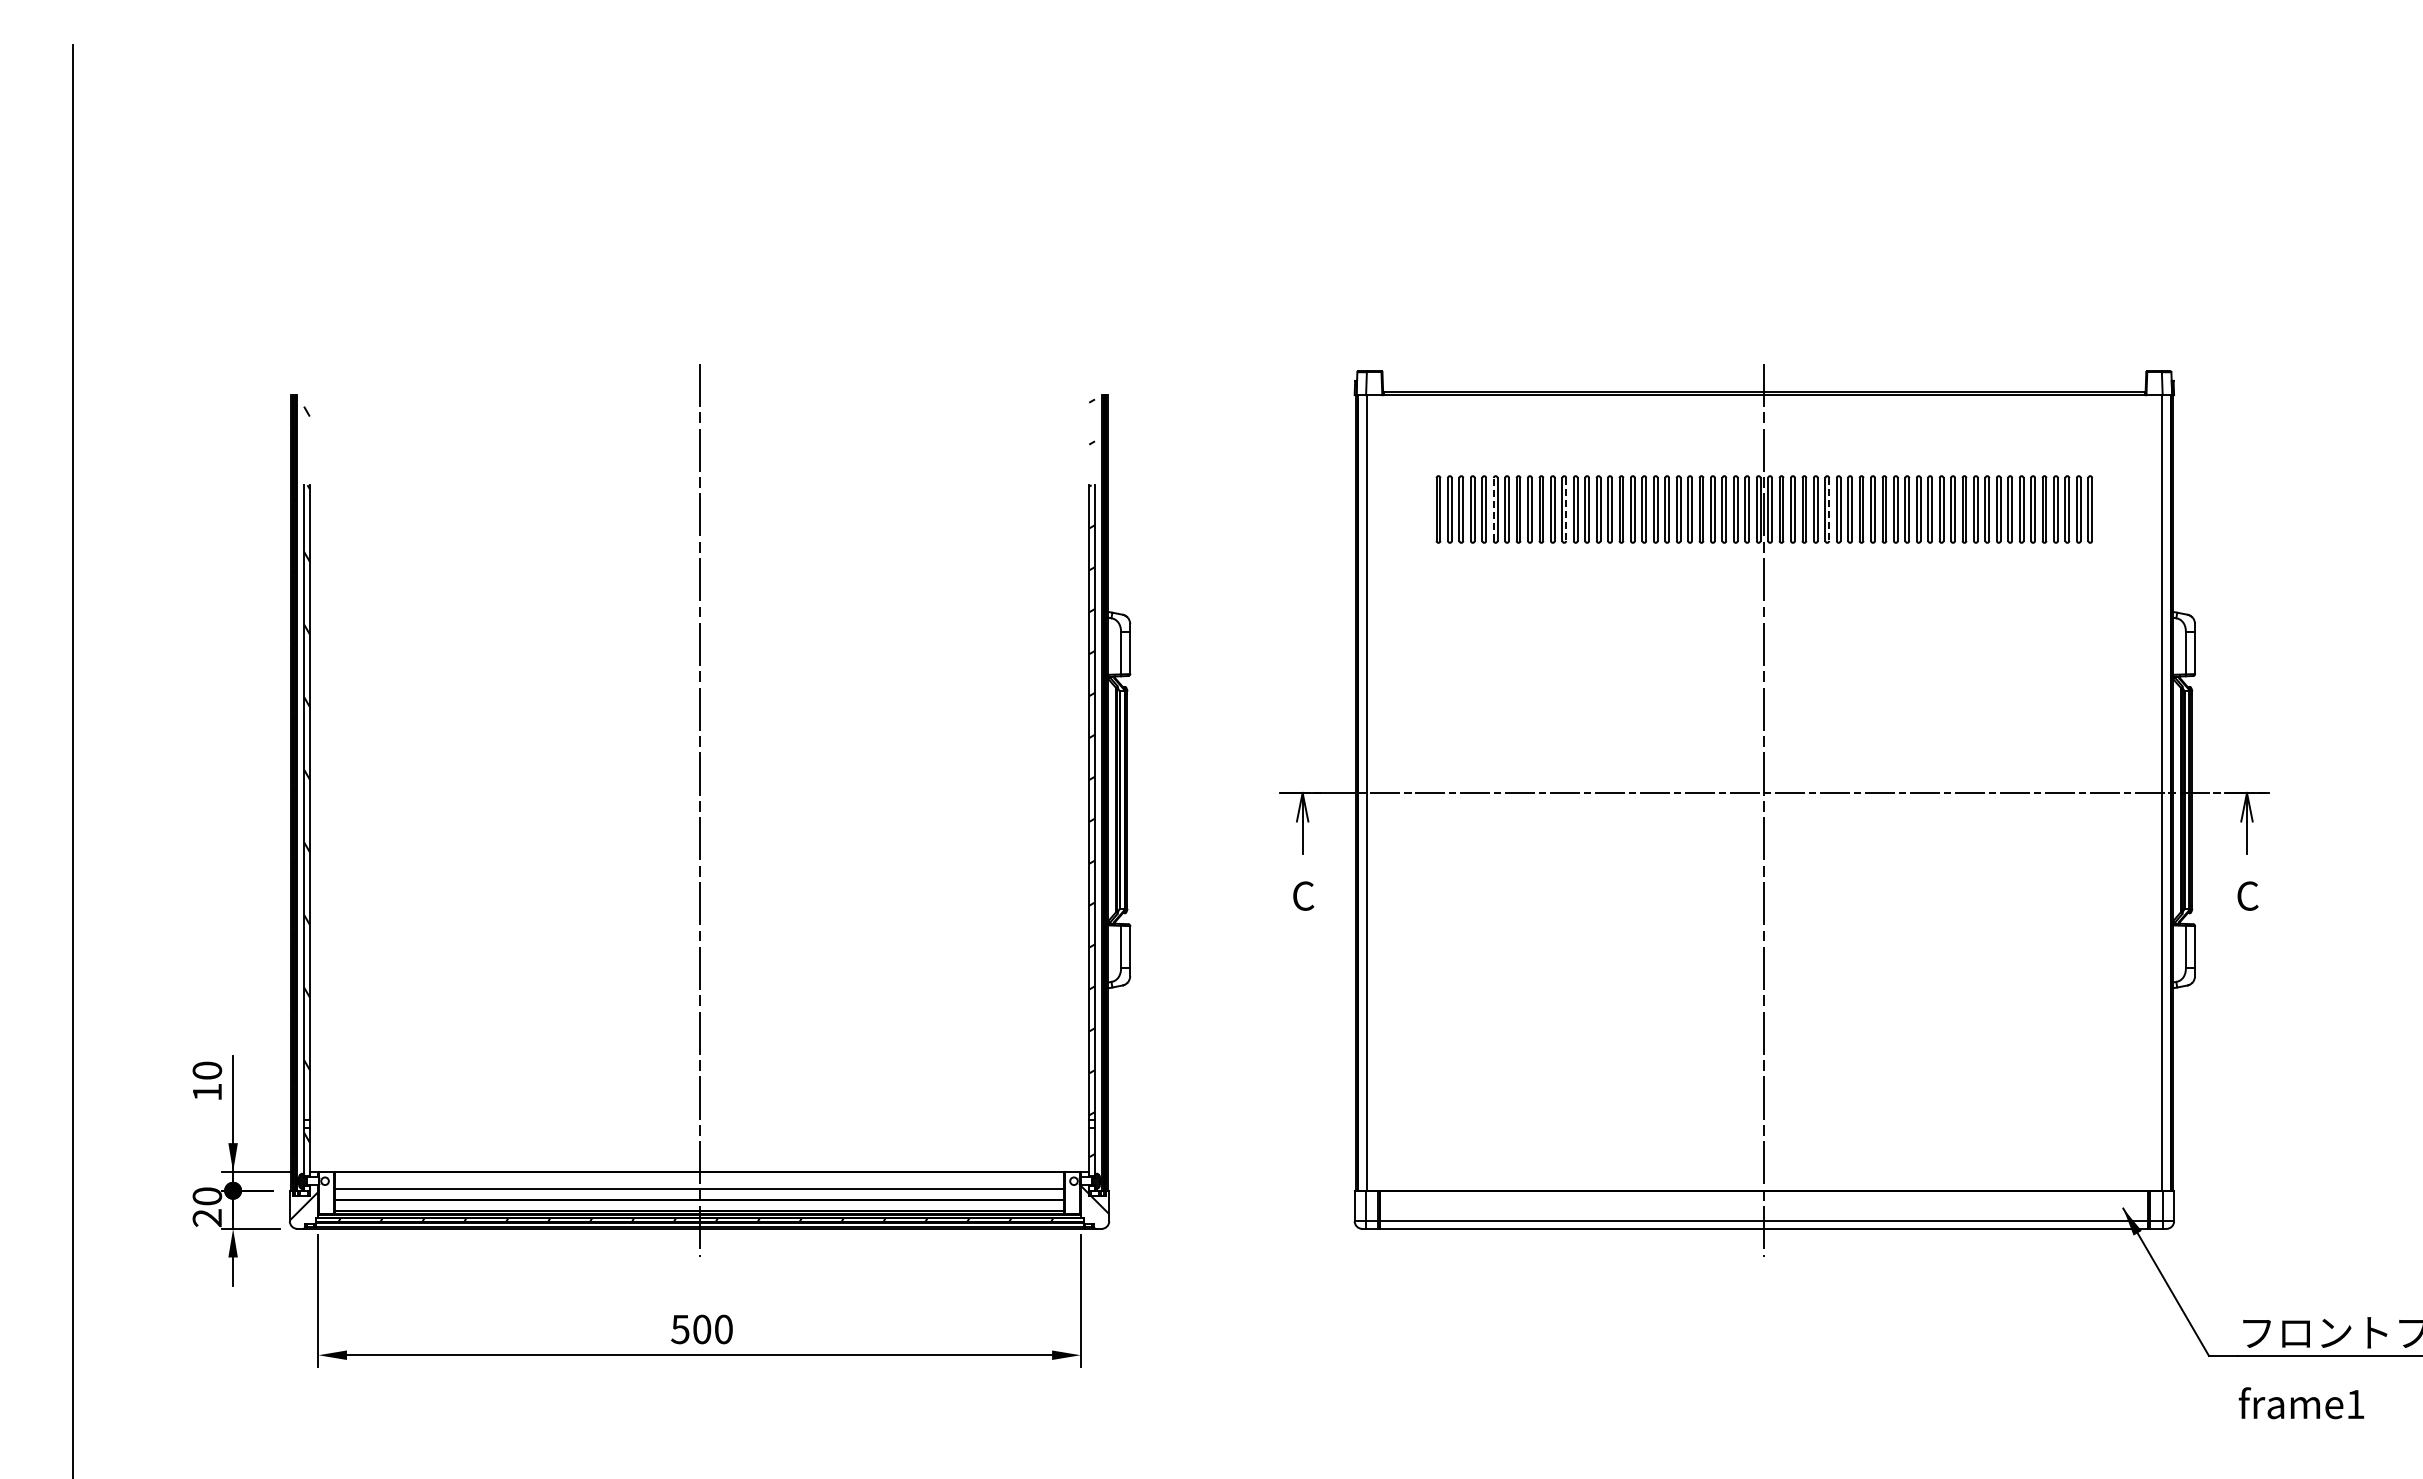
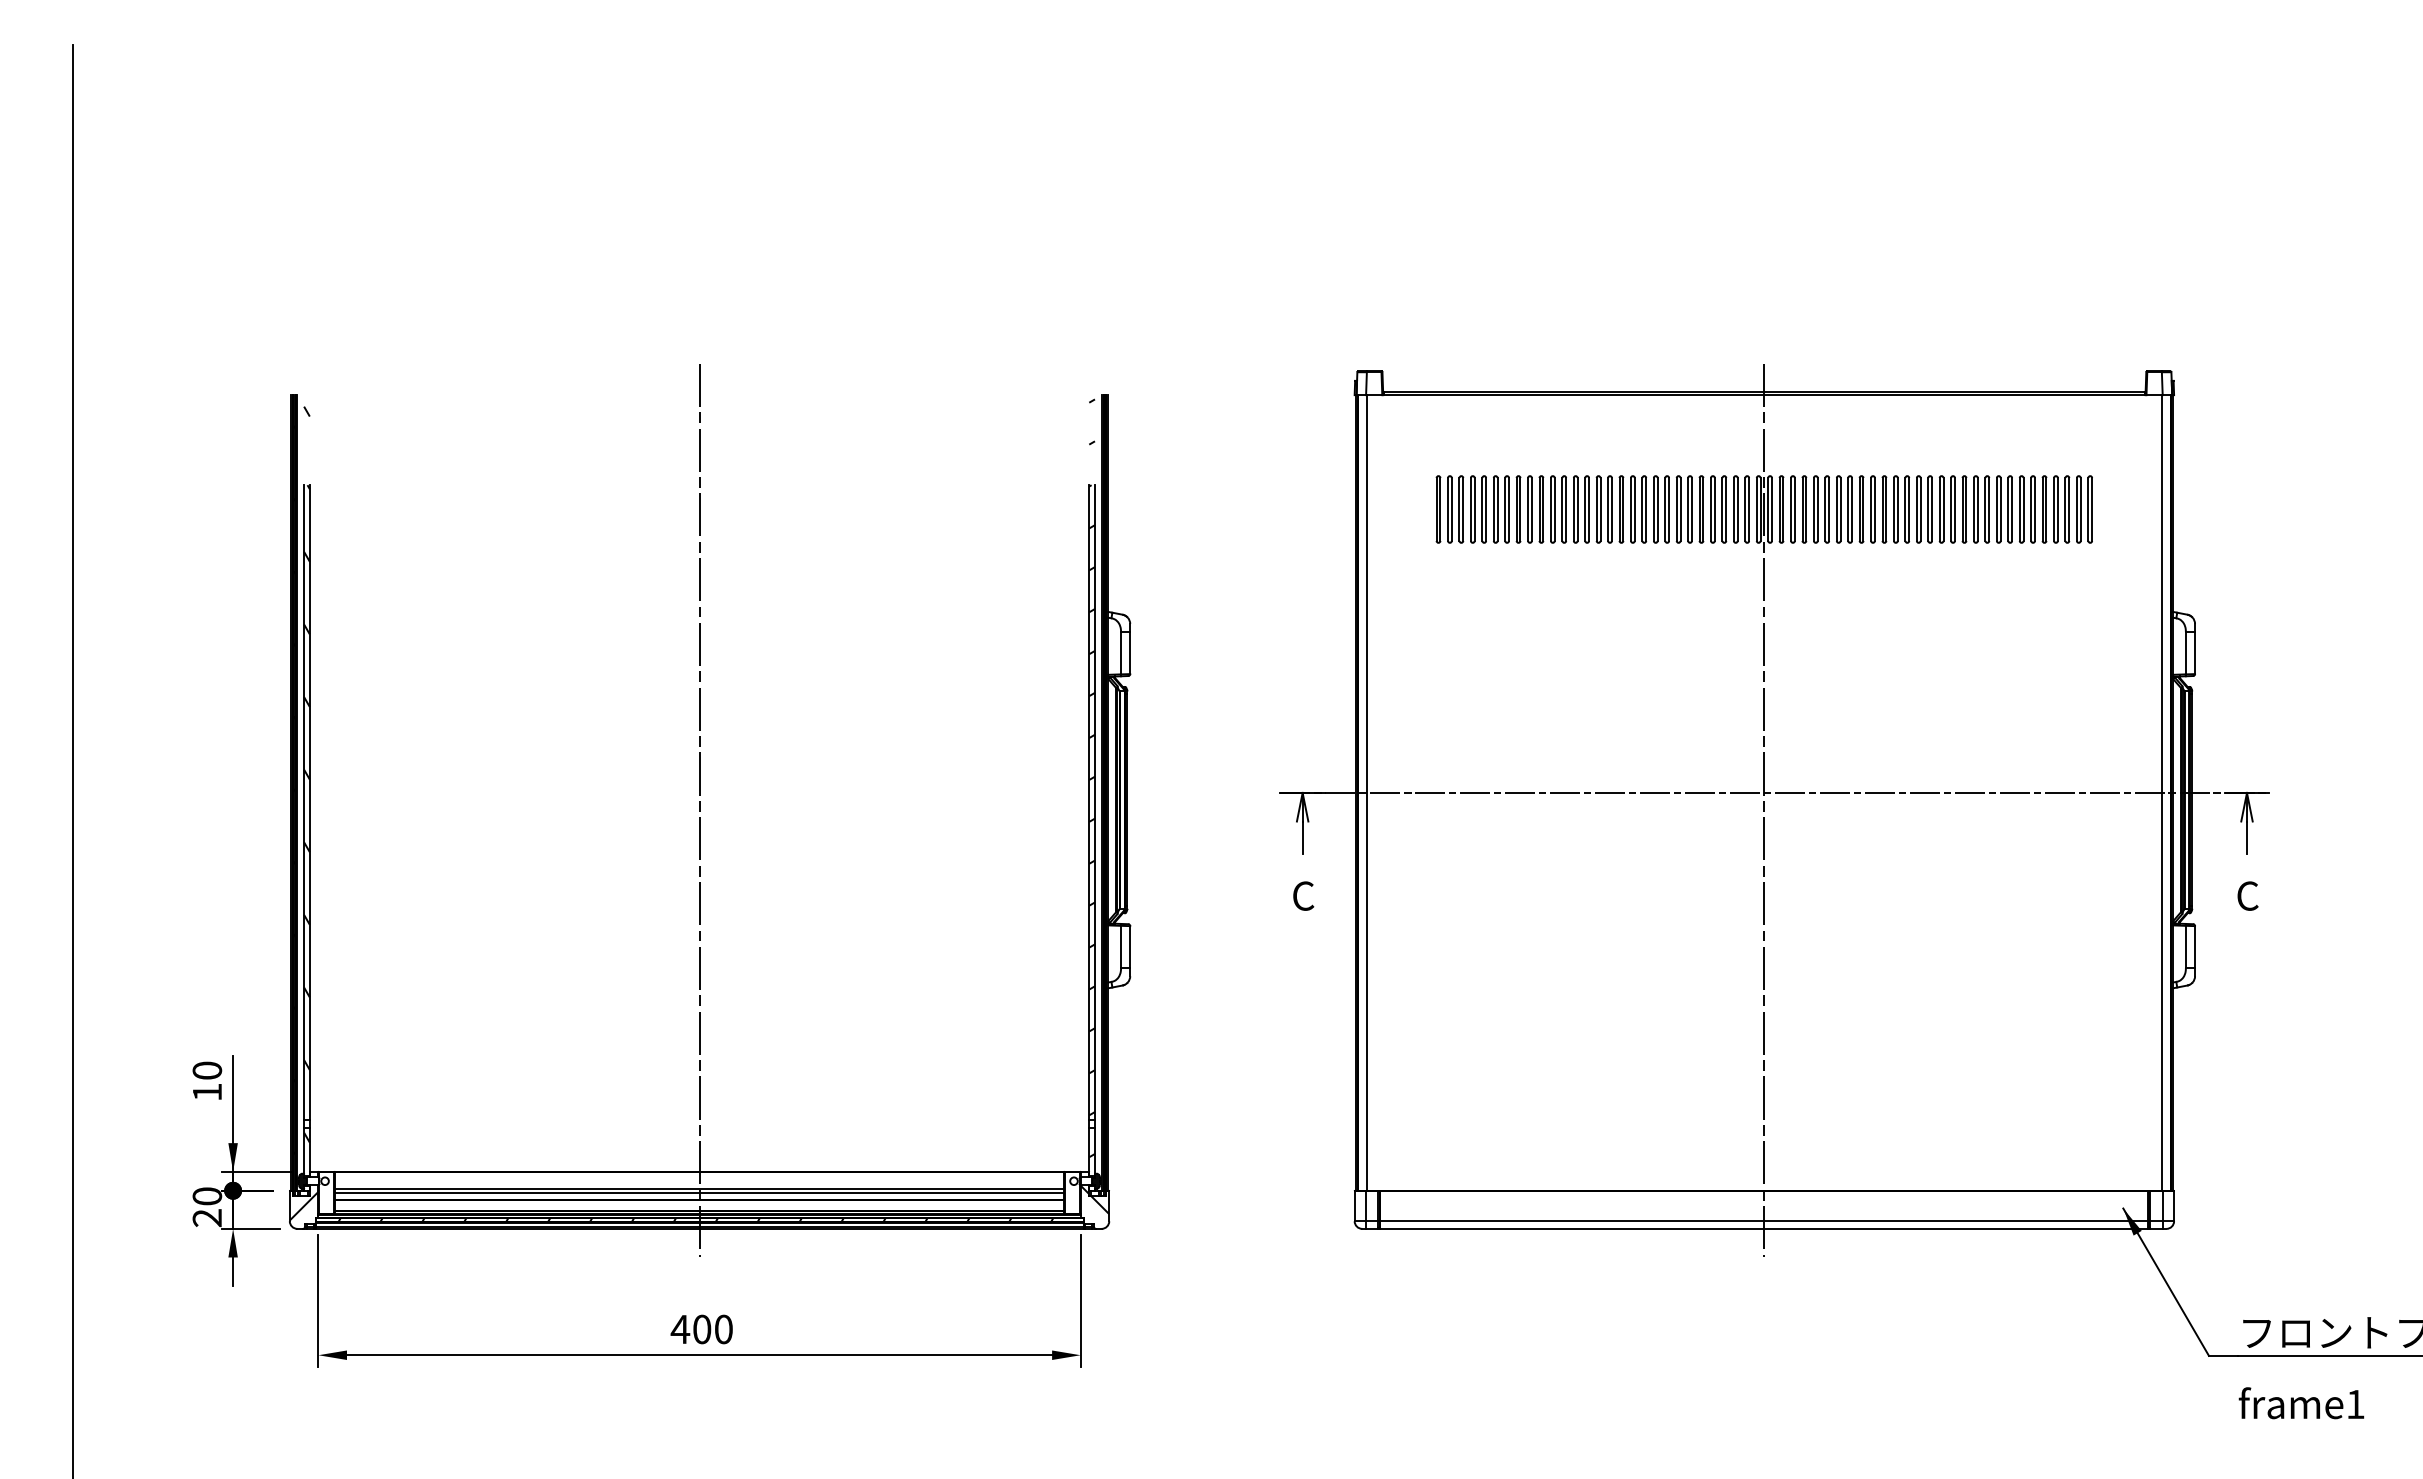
line at (1493, 509): dashed -> solid
line at (1566, 510): dashed -> solid
line at (1829, 510): dashed -> solid
line at (699, 1192): none -> present
text at (680, 1329): 500 -> 400
